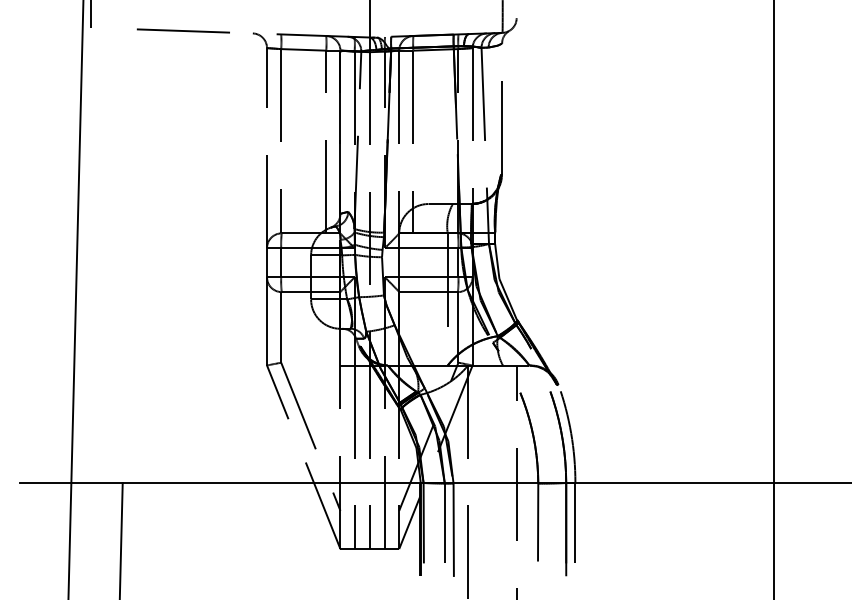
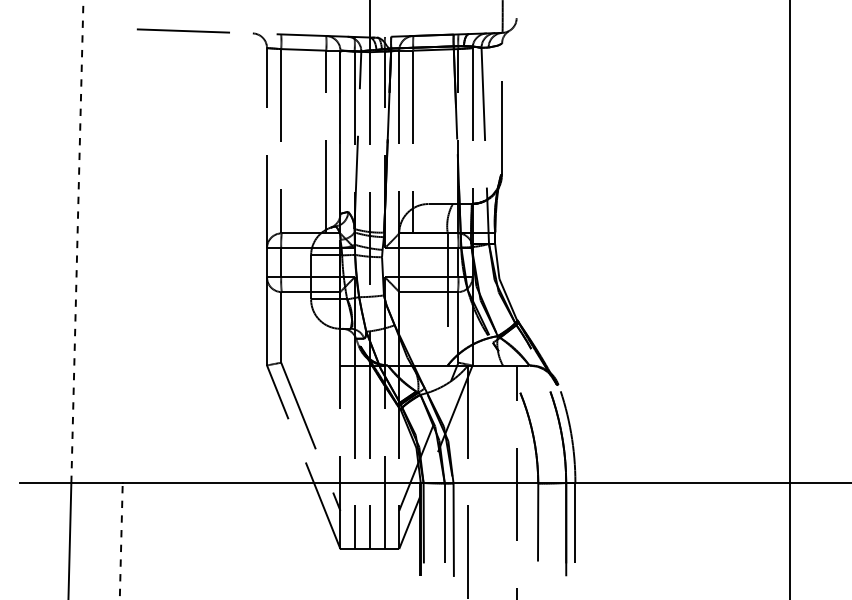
line at (90, 14): present -> none
line at (77, 241): solid -> dashed
line at (773, 299) position: (773, 299) -> (789, 299)
line at (121, 540): solid -> dashed
